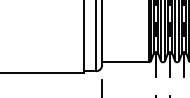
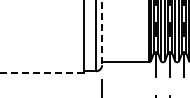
line at (102, 33): solid -> dashed
line at (42, 72): solid -> dashed
